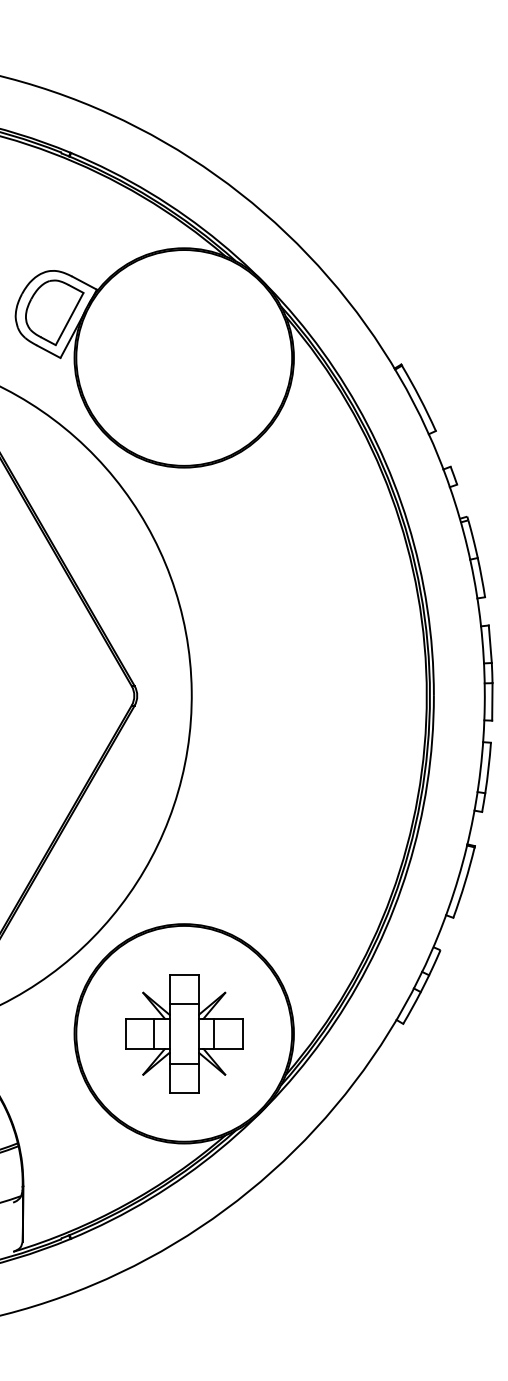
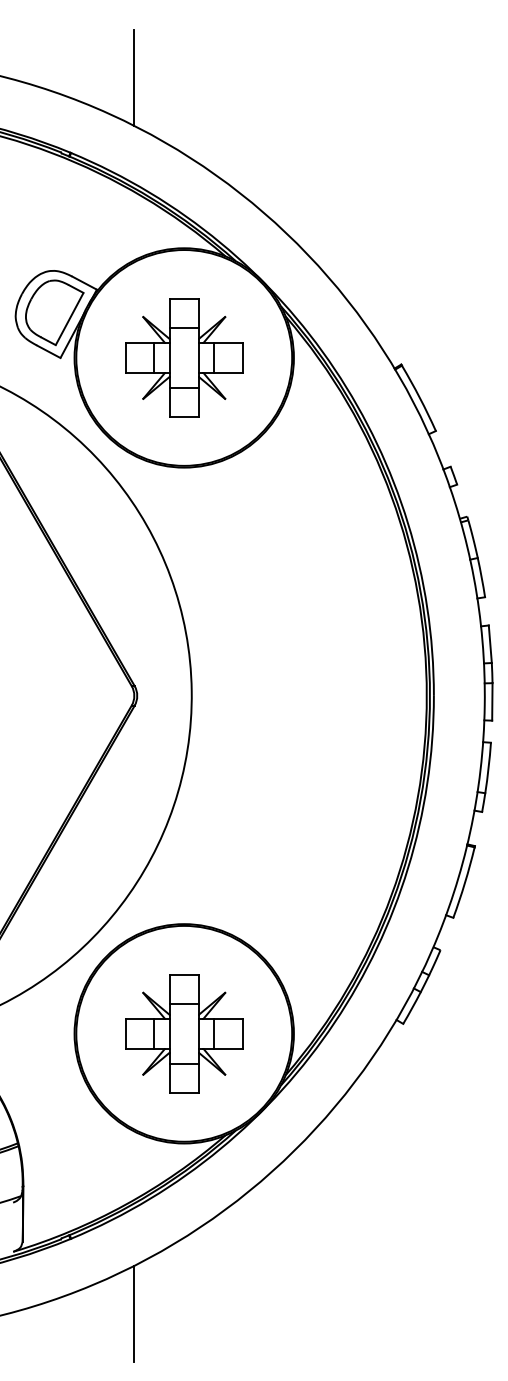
line at (134, 77): none -> present
part at (184, 357): none -> present
line at (134, 1313): none -> present
